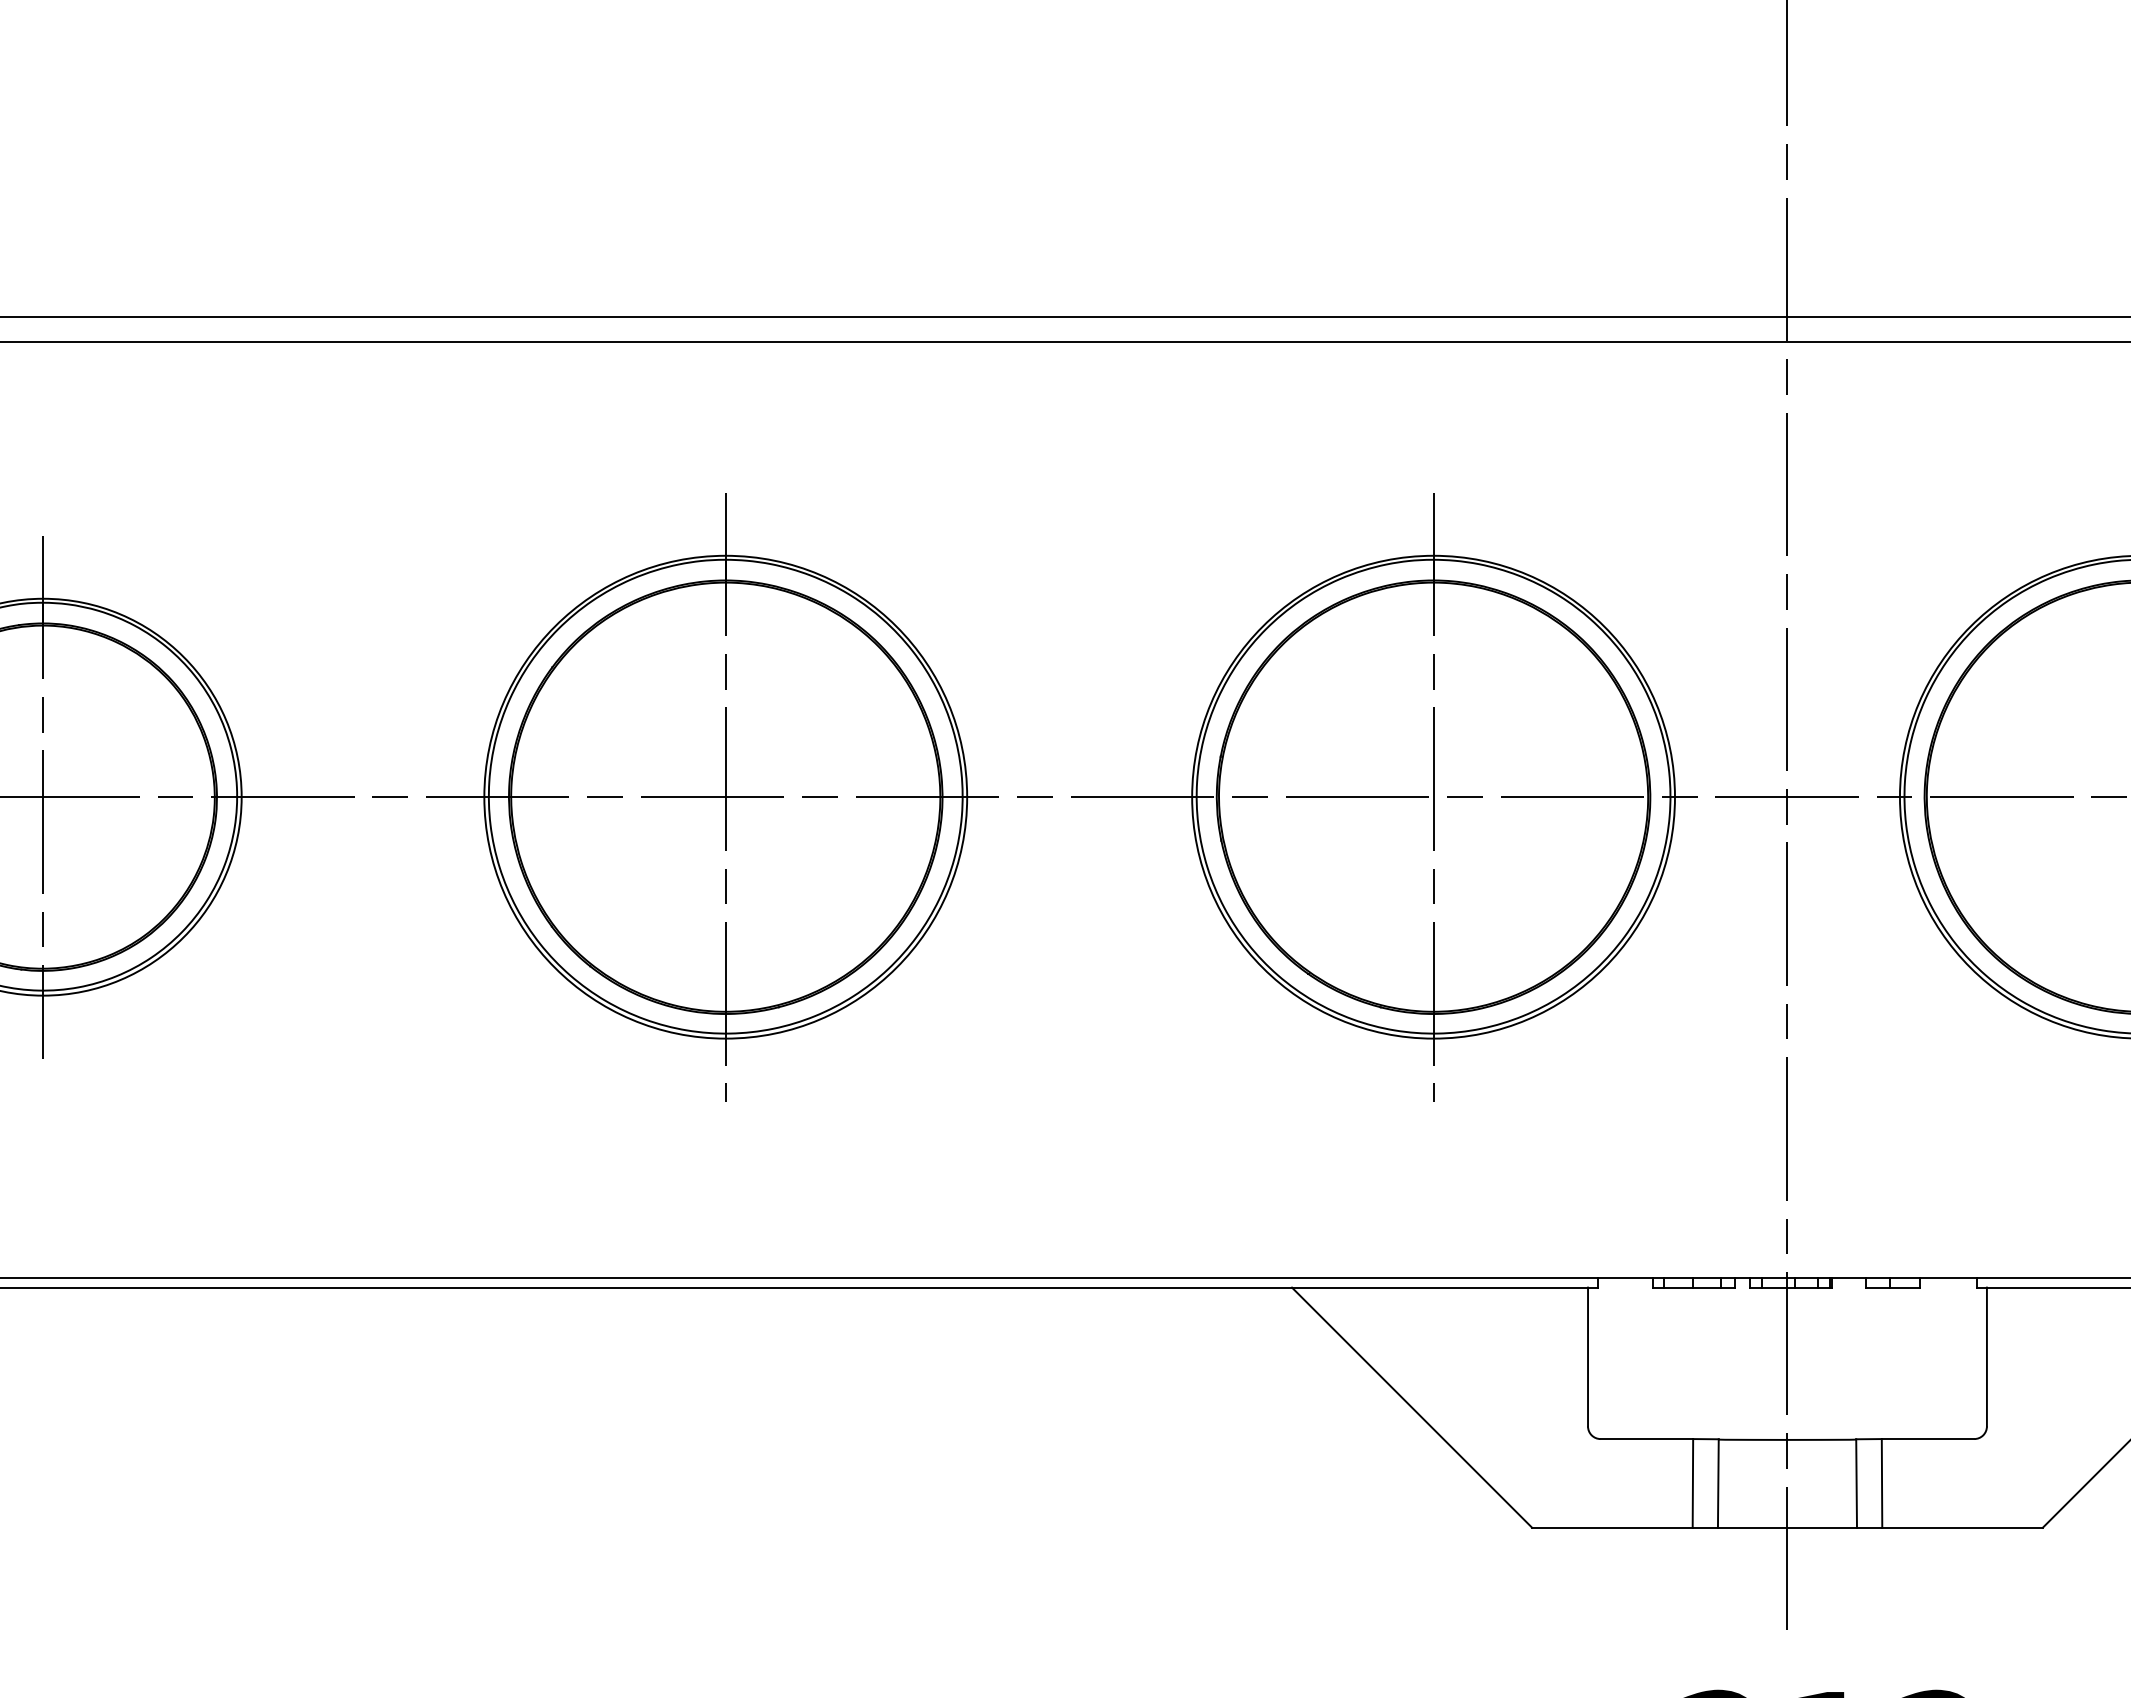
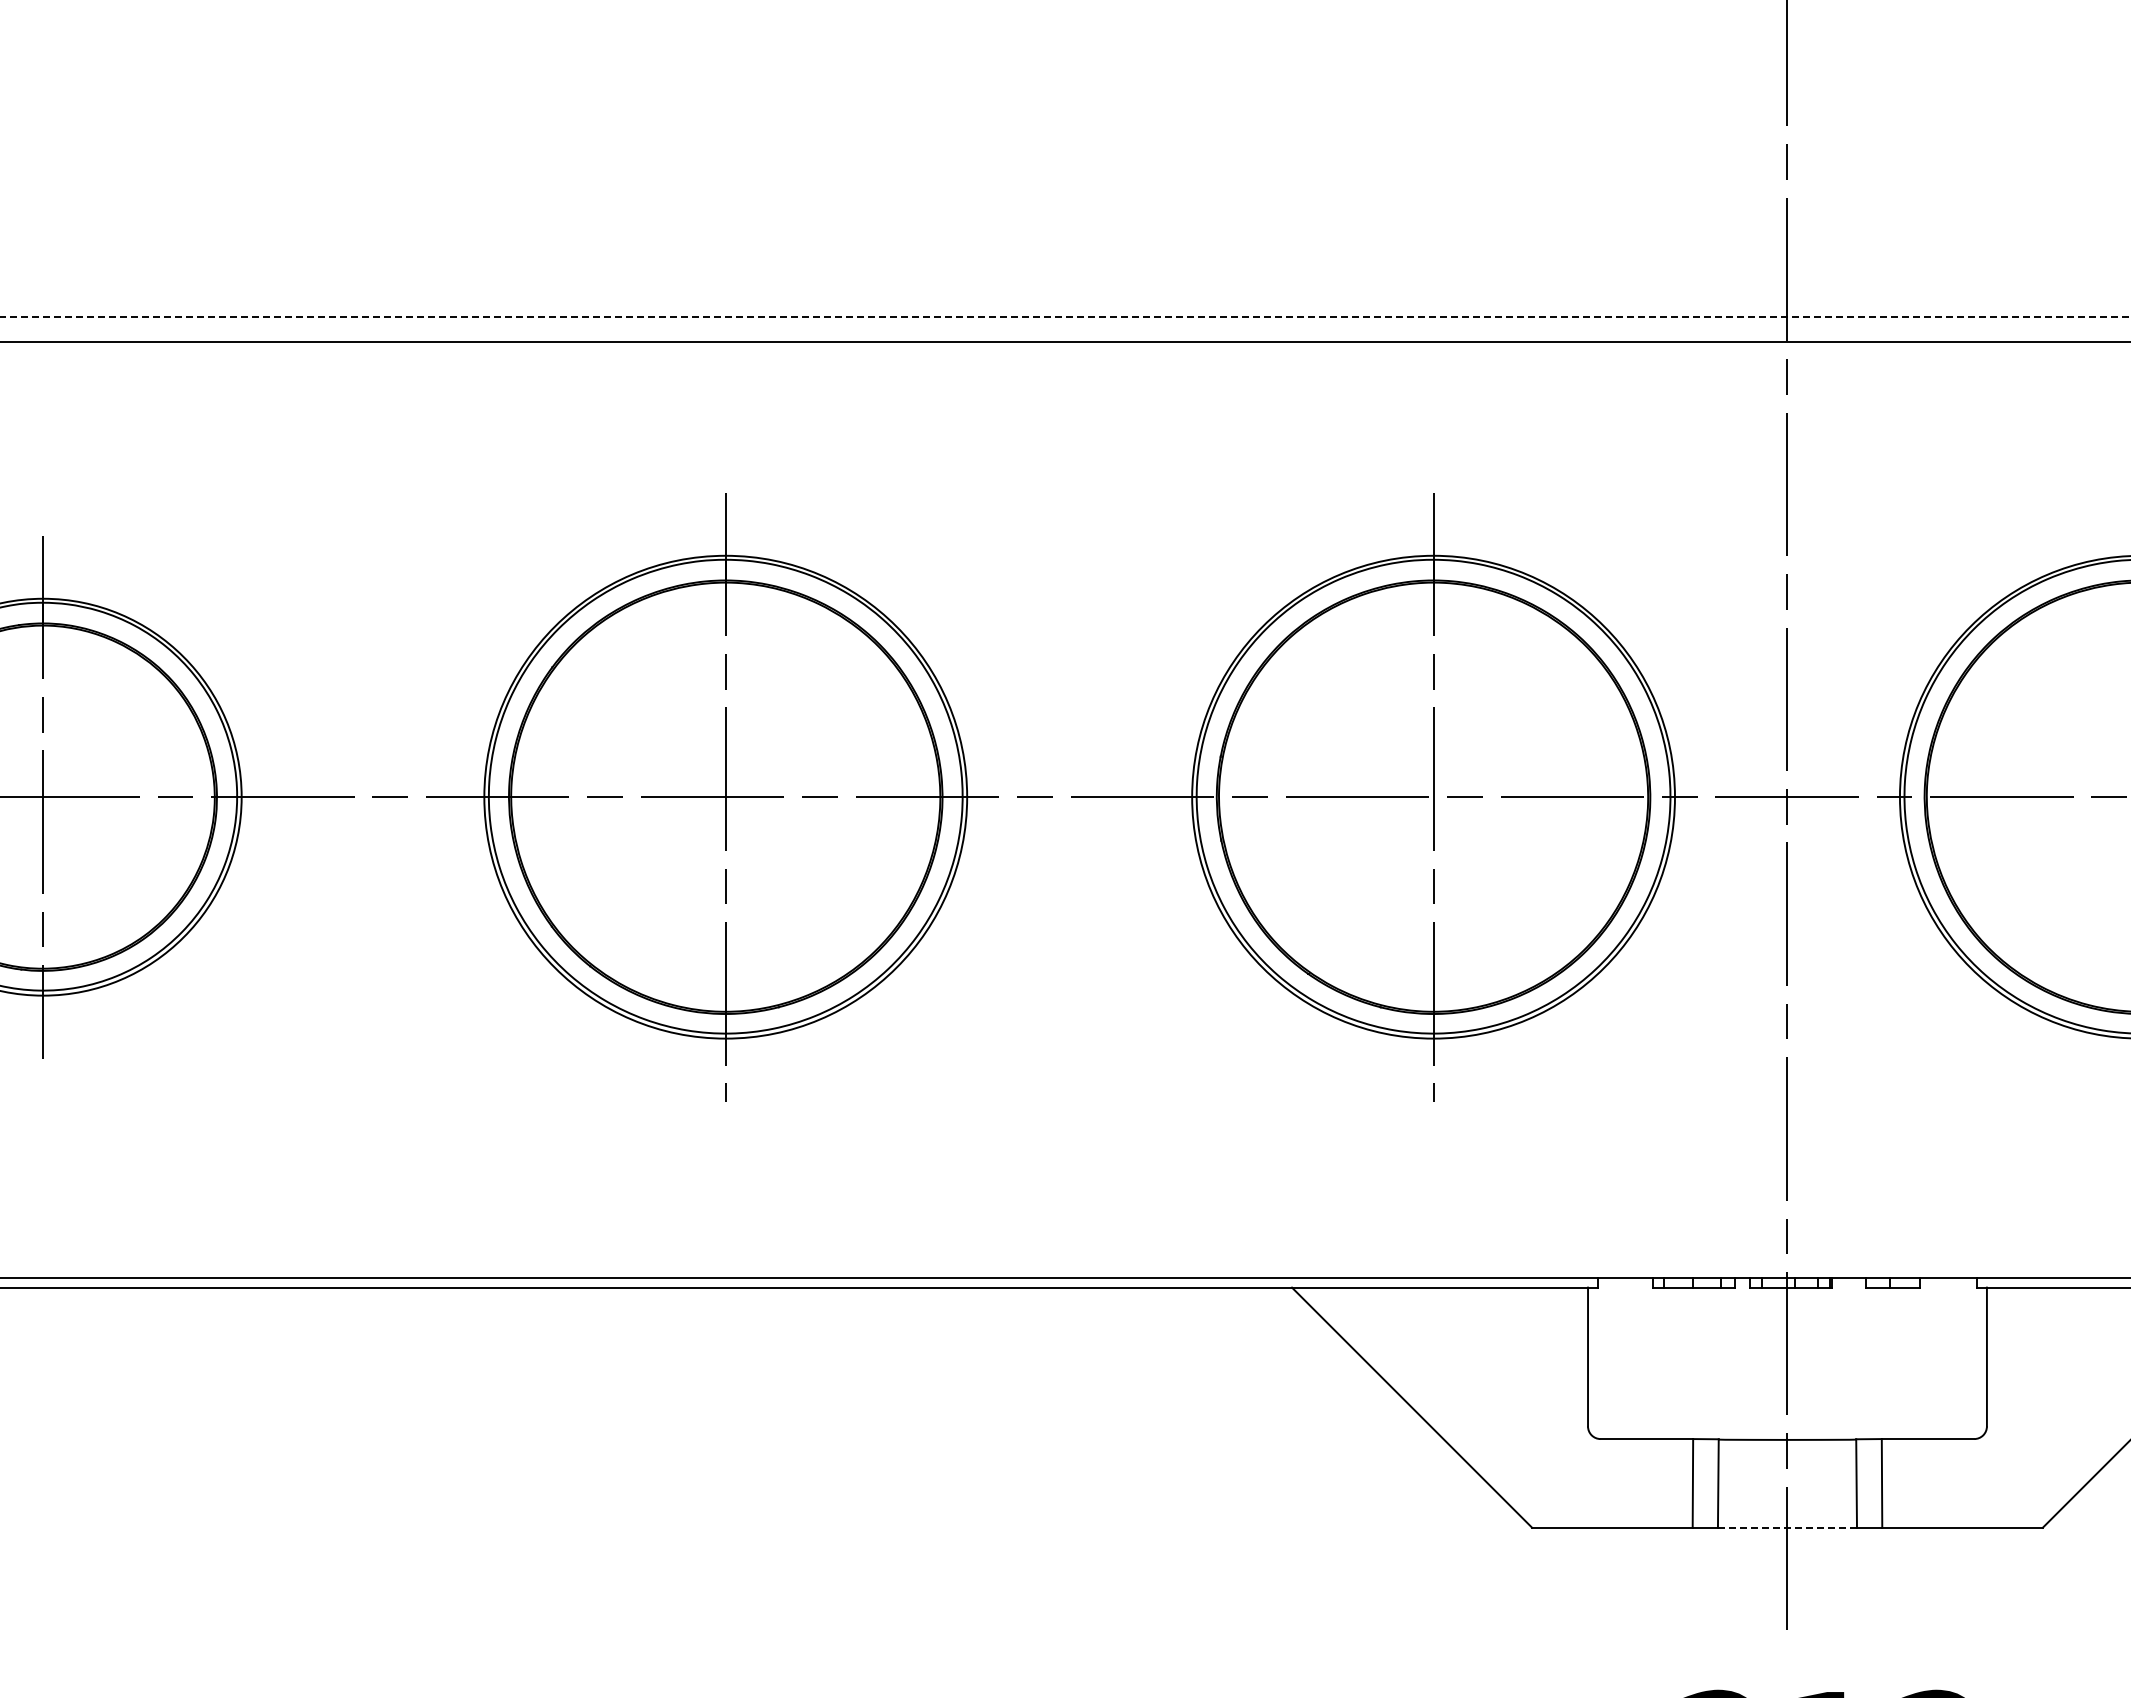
line at (1065, 316): solid -> dashed
line at (1787, 1527): solid -> dashed
